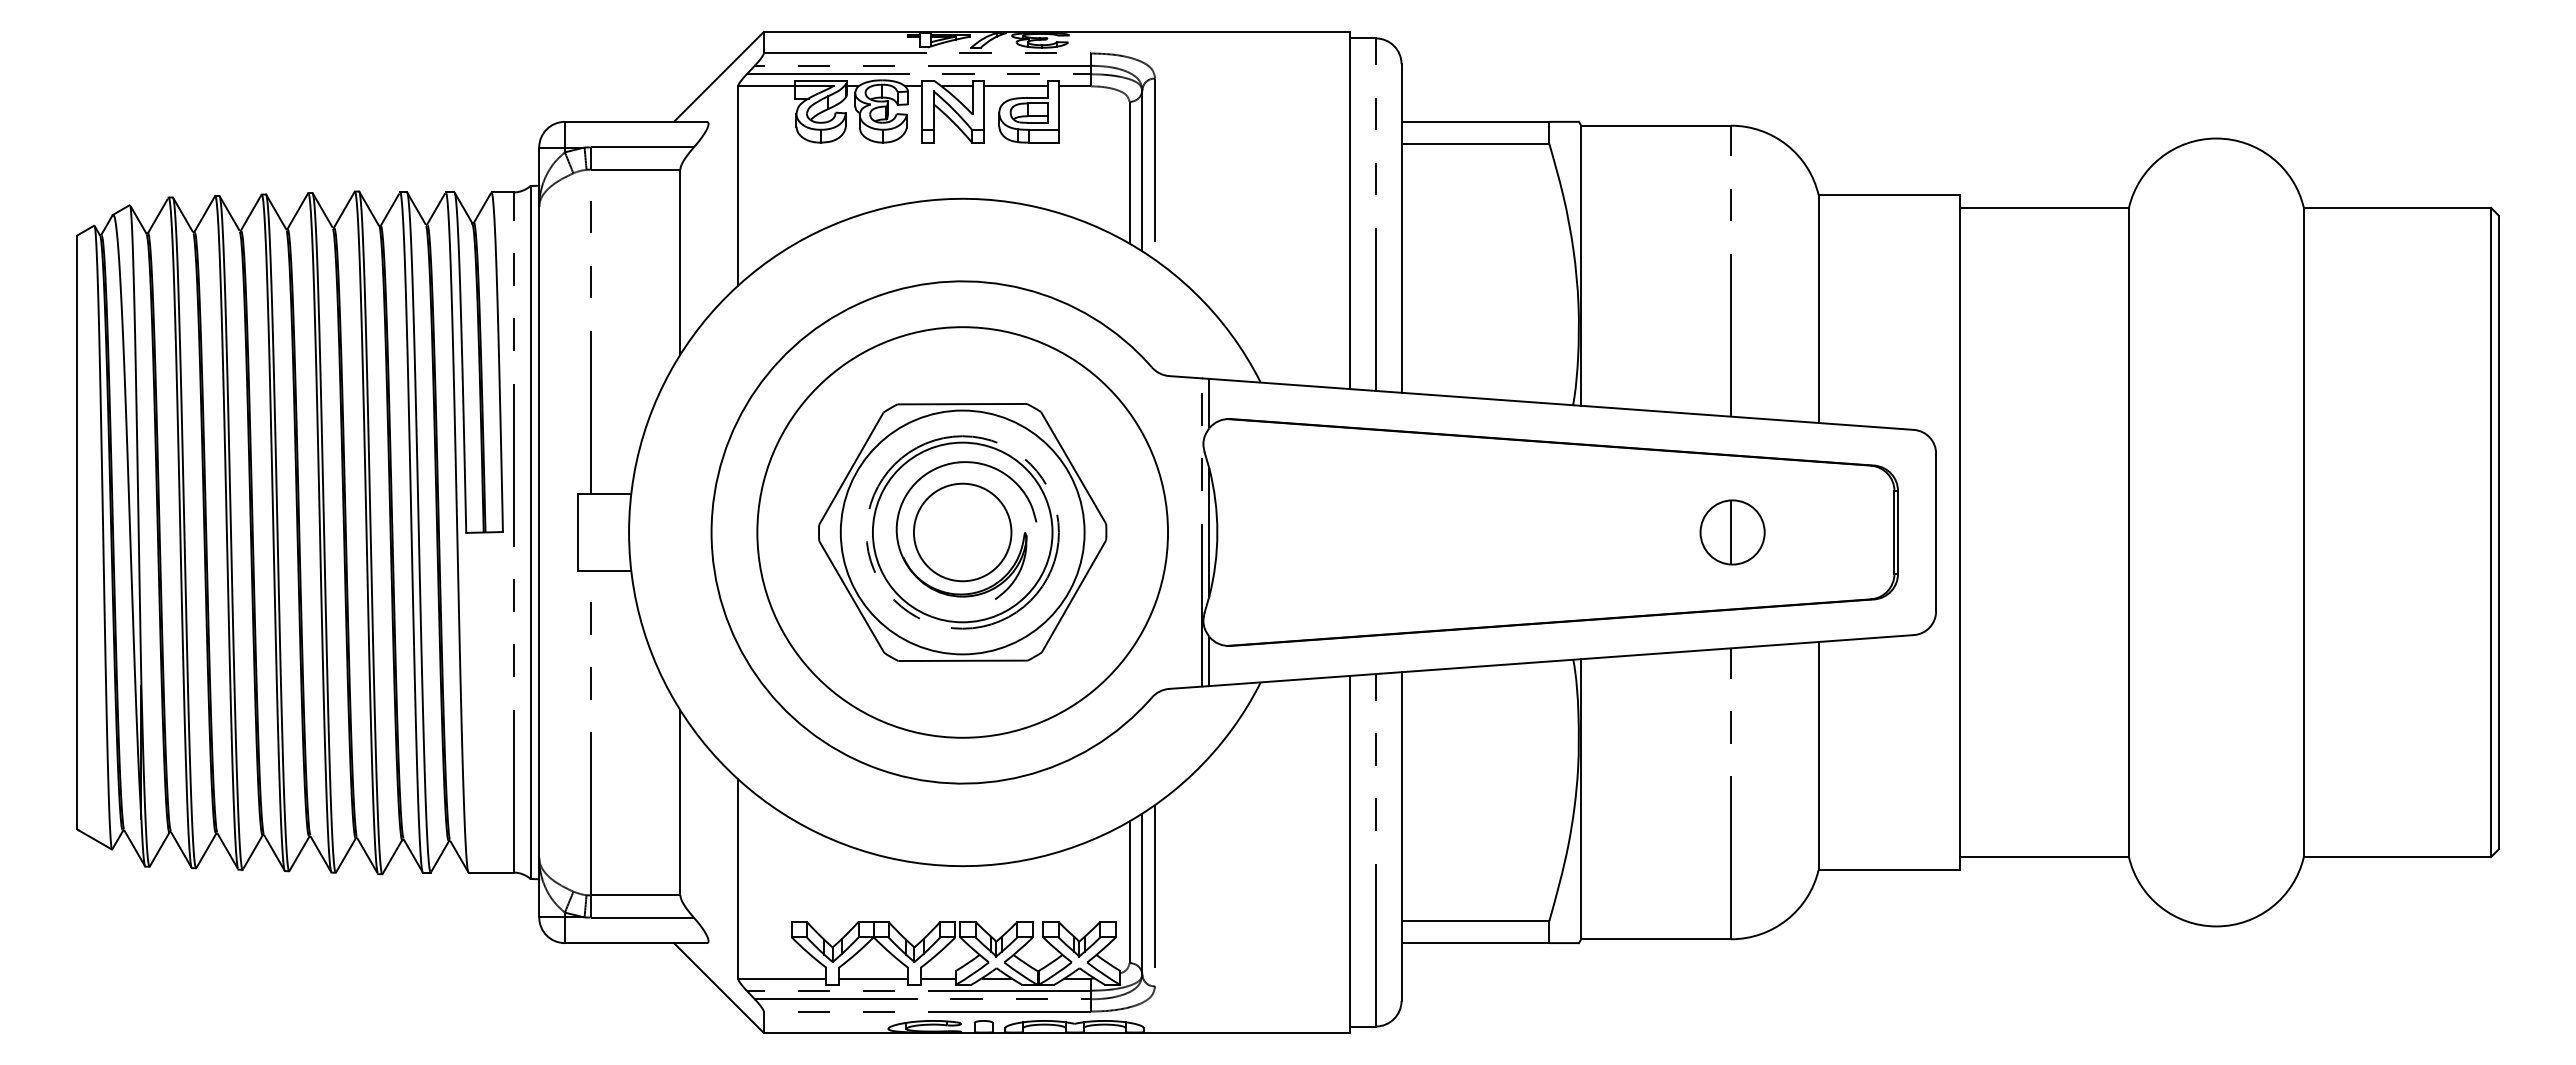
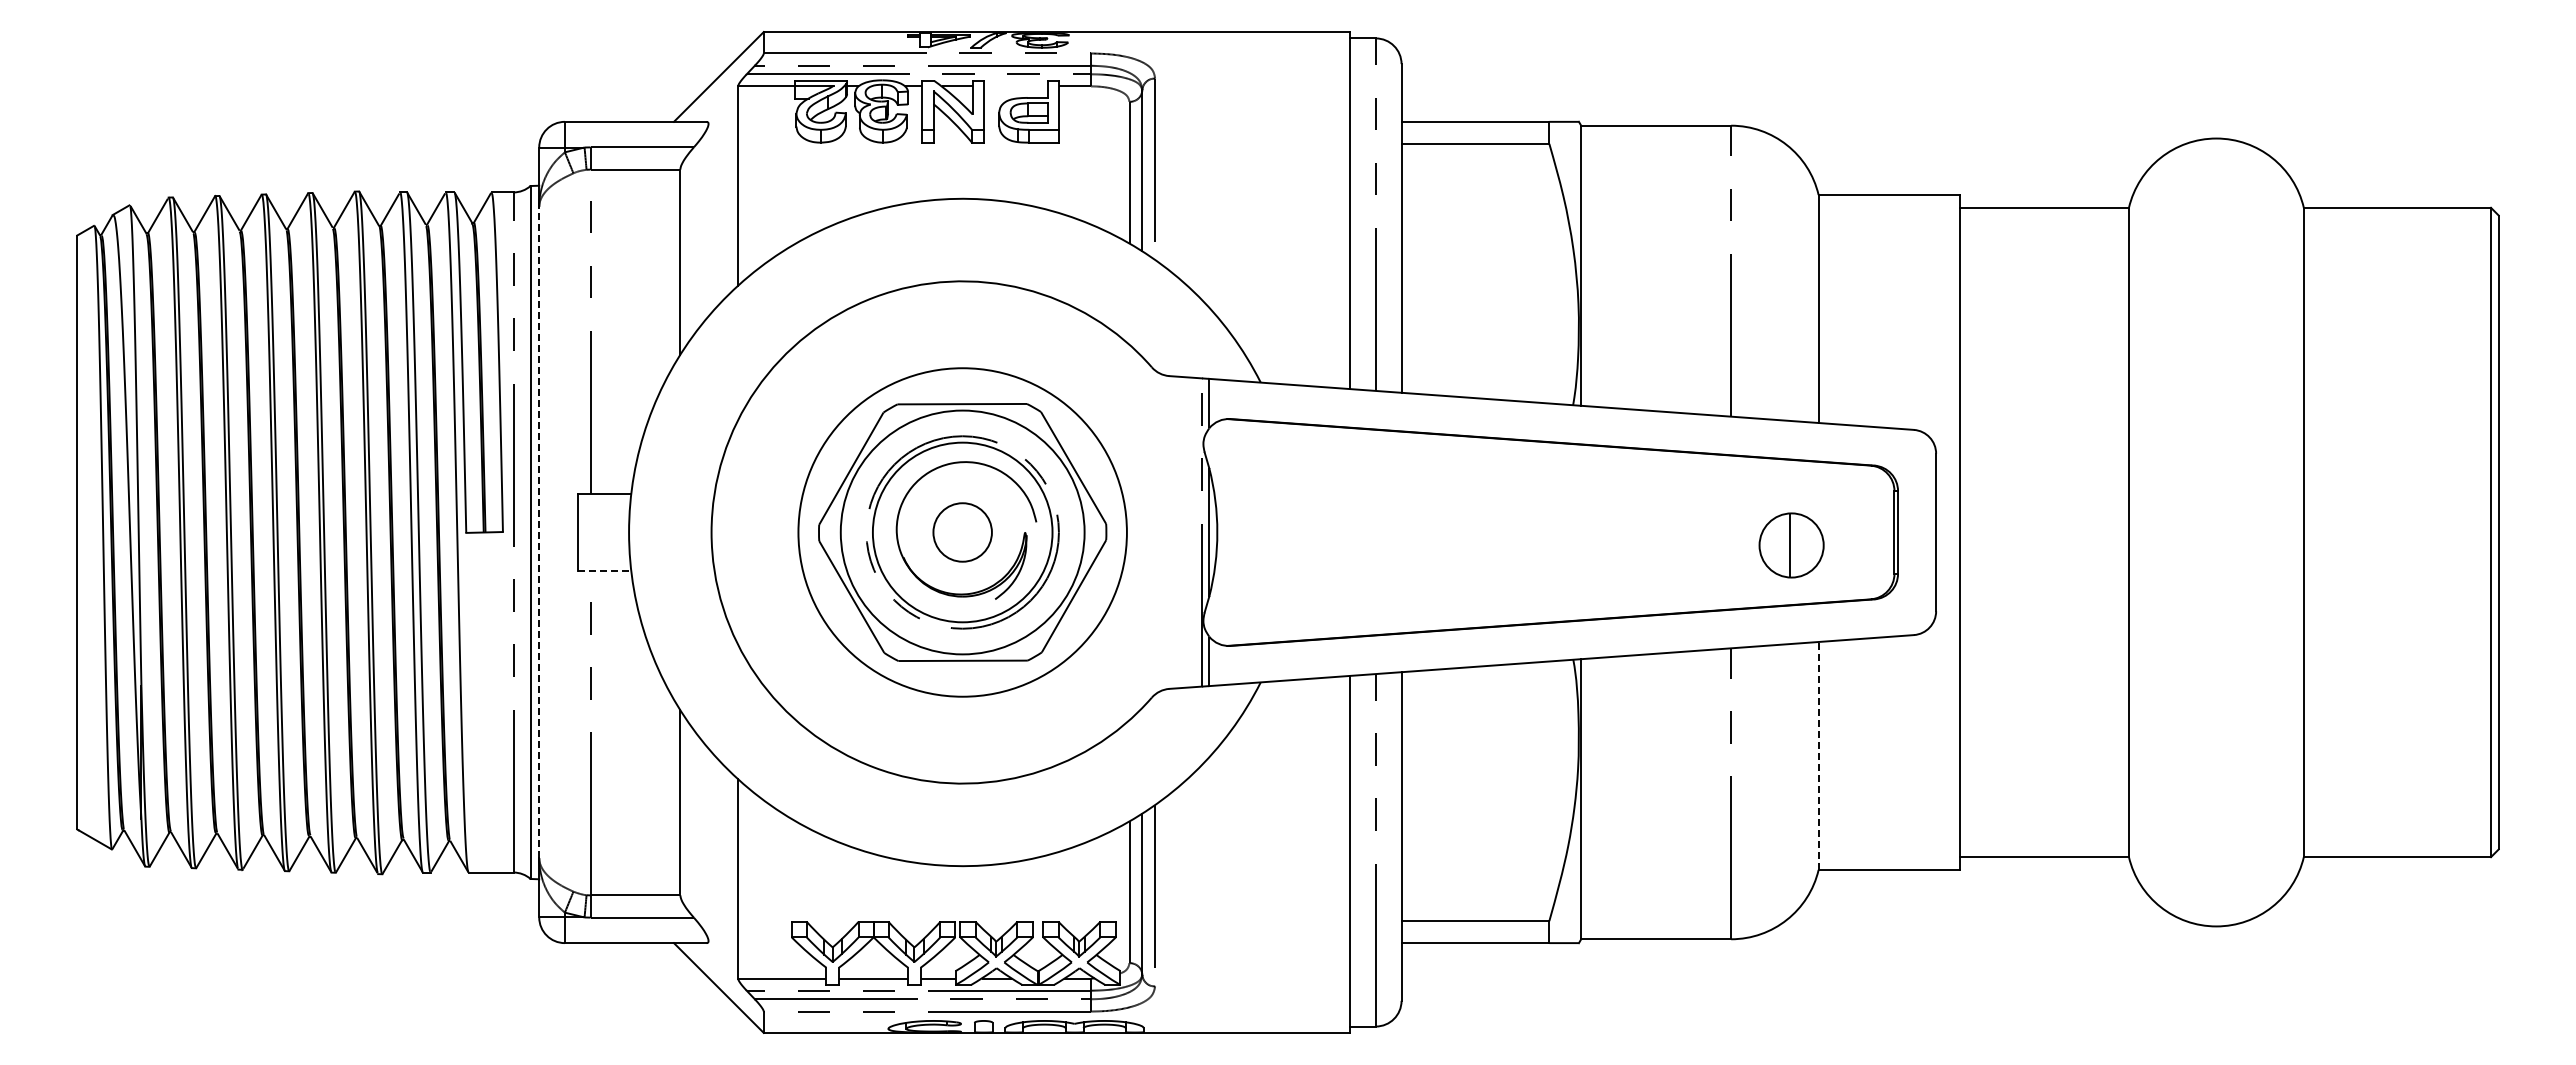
line at (1015, 86): present -> none
line at (539, 532): solid -> dashed
circle at (962, 532) diameter: 411 px -> 329 px
circle at (962, 532) diameter: 98 px -> 59 px
part at (1732, 532) position: (1732, 532) -> (1791, 545)
line at (604, 570): solid -> dashed
line at (1818, 755): solid -> dashed
